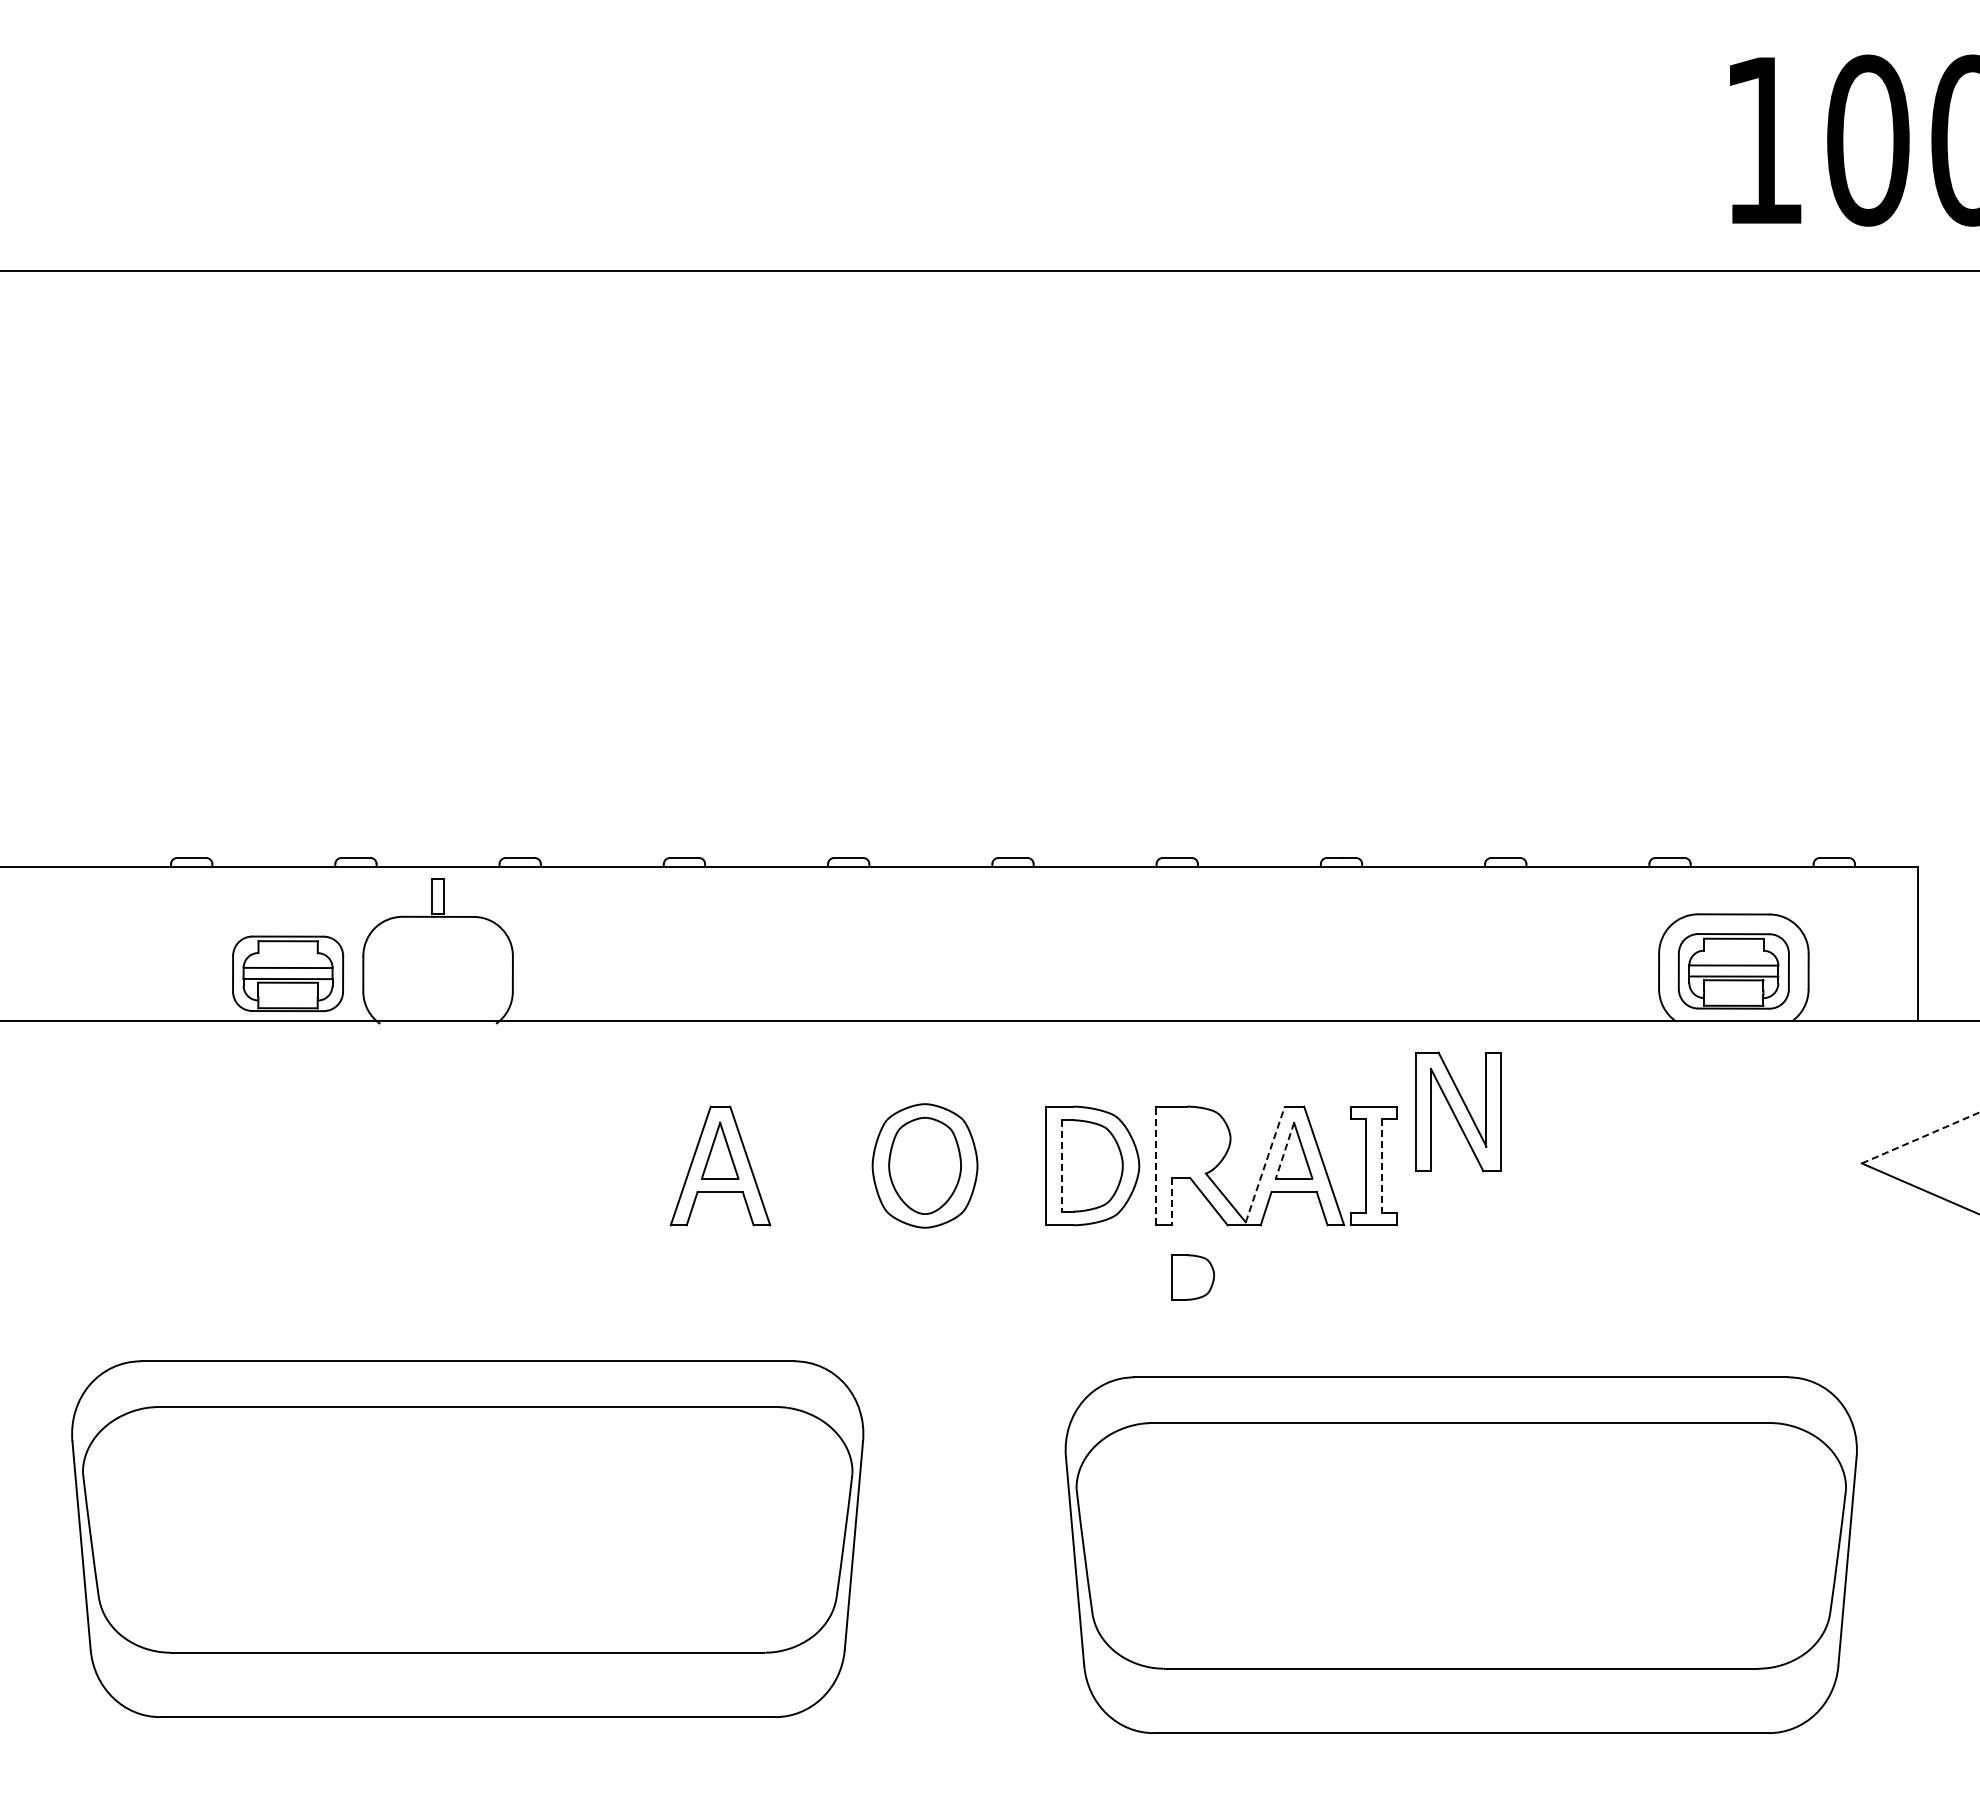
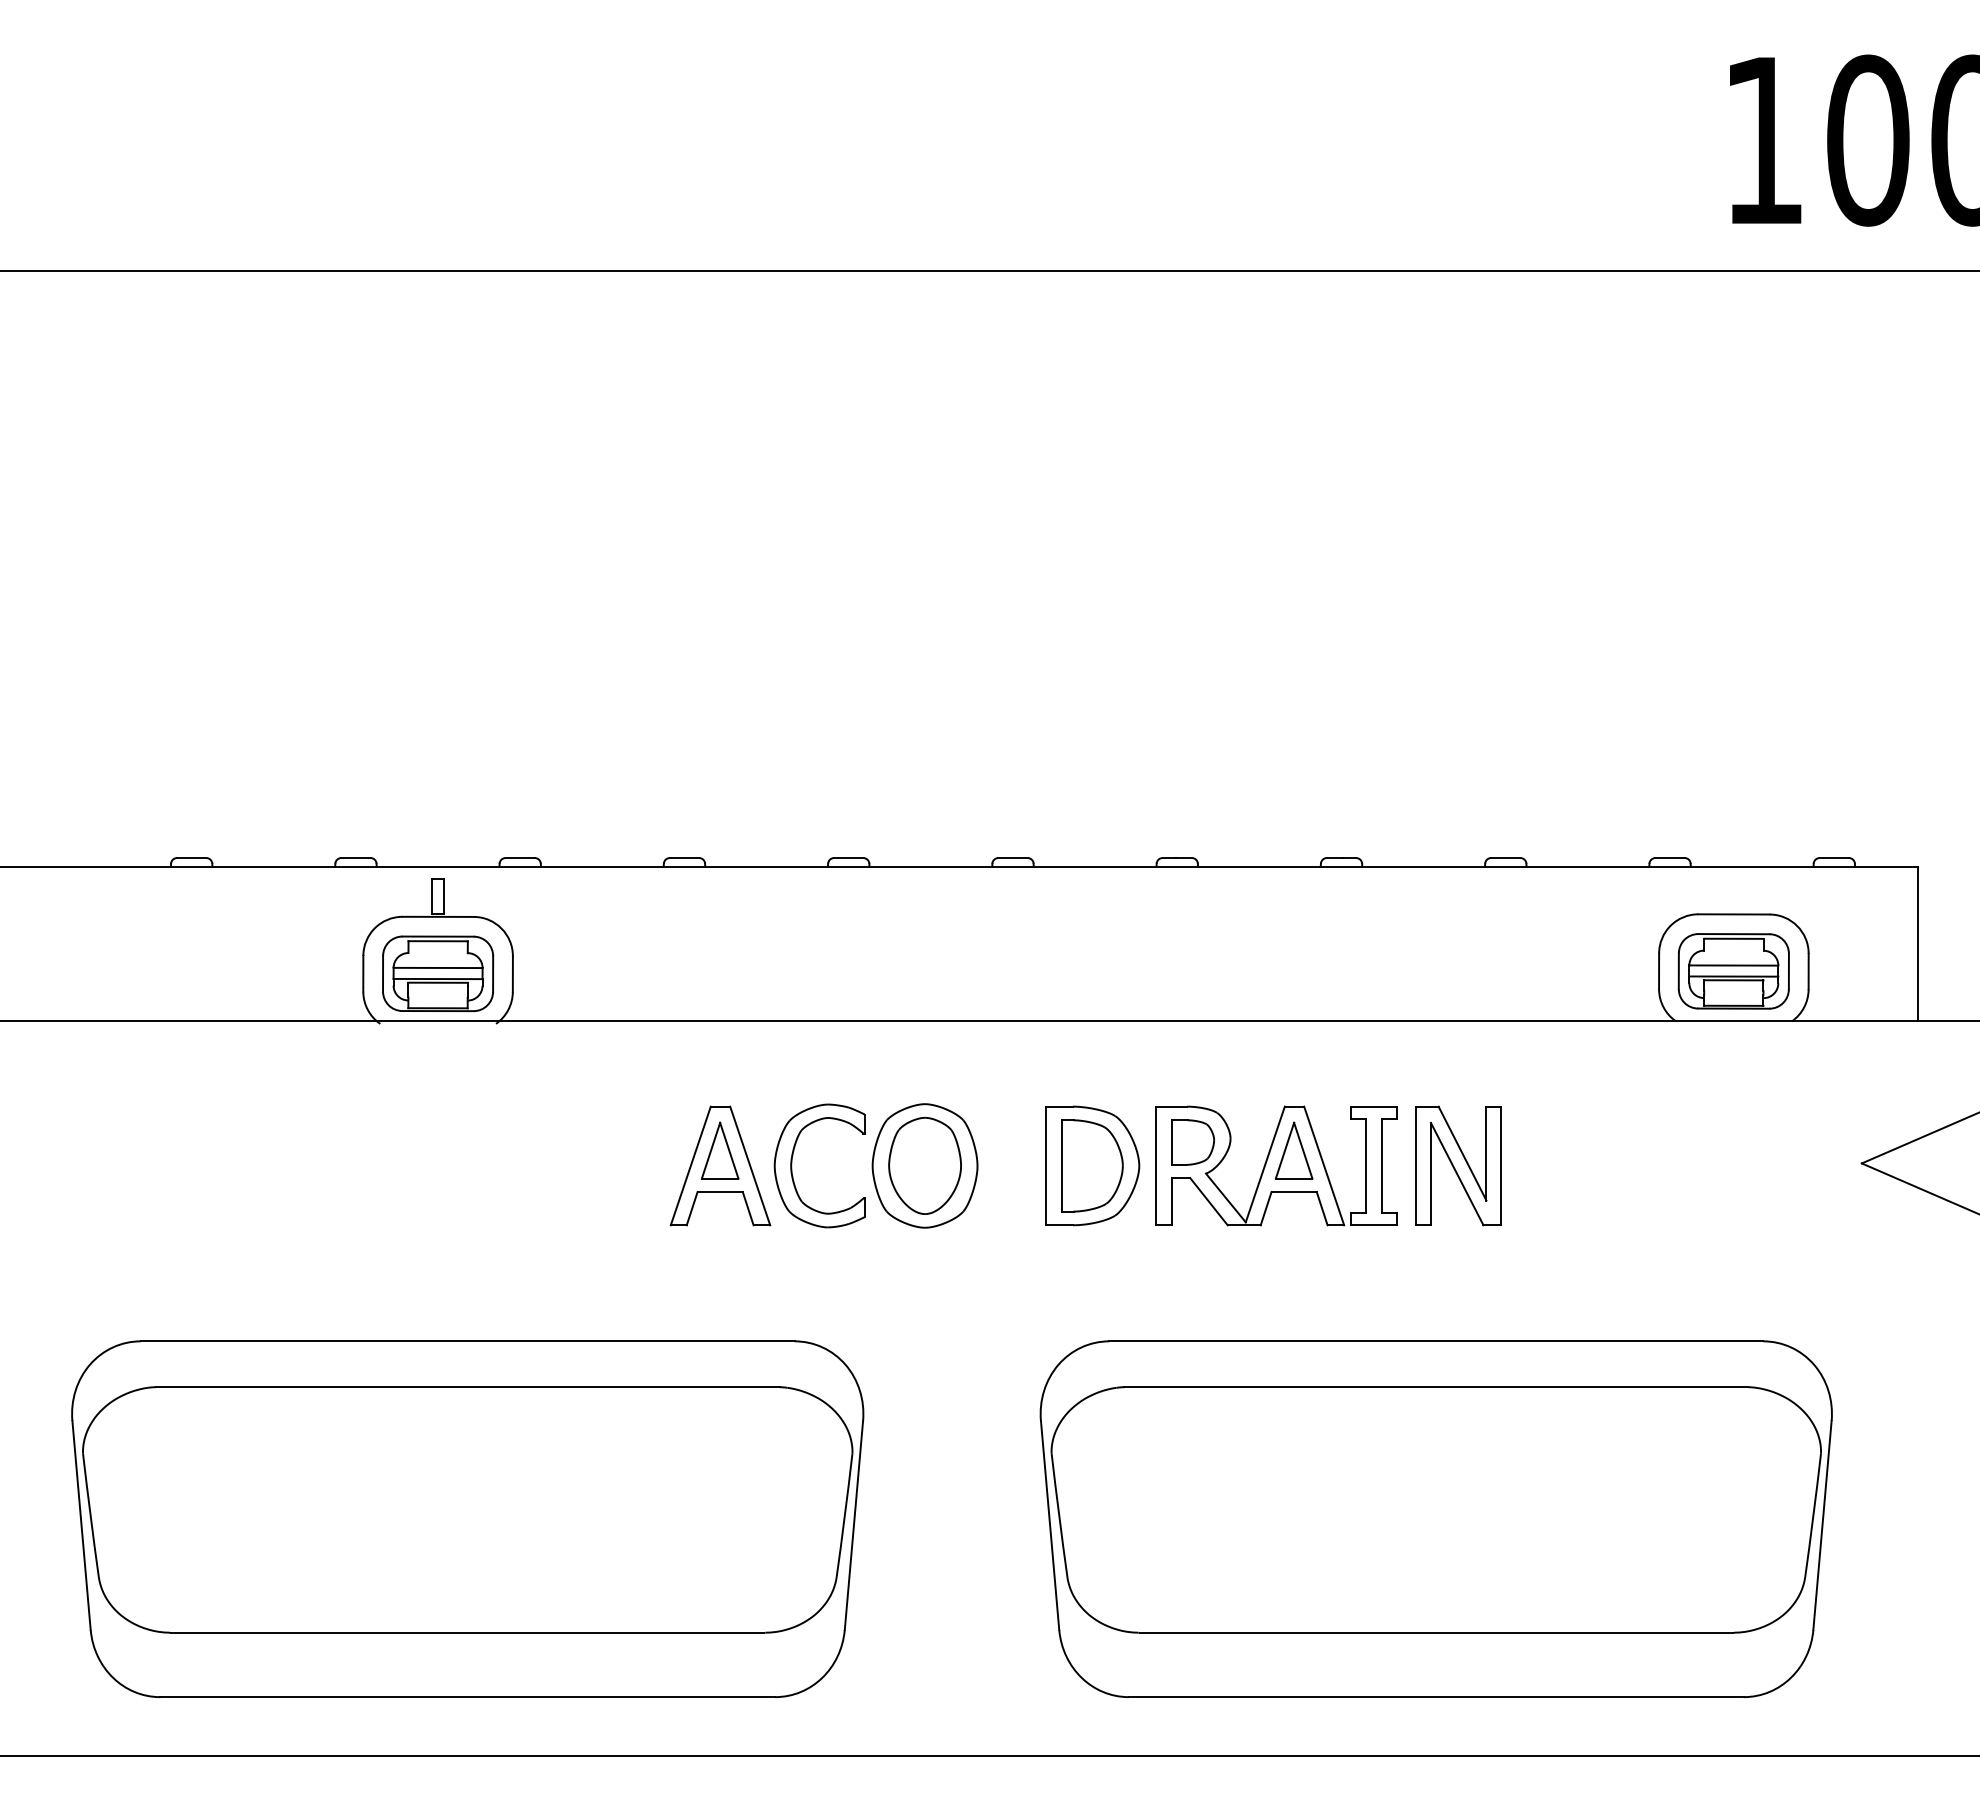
part at (288, 973) position: (288, 973) -> (438, 973)
part at (1458, 1111) position: (1458, 1111) -> (1458, 1165)
line at (1921, 1137): dashed -> solid
line at (1284, 1151): dashed -> solid
line at (1265, 1164): dashed -> solid
part at (792, 1165): none -> present
line at (1061, 1165): dashed -> solid
line at (1156, 1165): dashed -> solid
line at (1381, 1166): dashed -> solid
line at (1172, 1201): dashed -> solid
part at (1192, 1277) position: (1192, 1277) -> (1192, 1142)
part at (467, 1538) position: (467, 1538) -> (467, 1518)
part at (1460, 1554) position: (1460, 1554) -> (1435, 1518)
line at (989, 1756): none -> present
